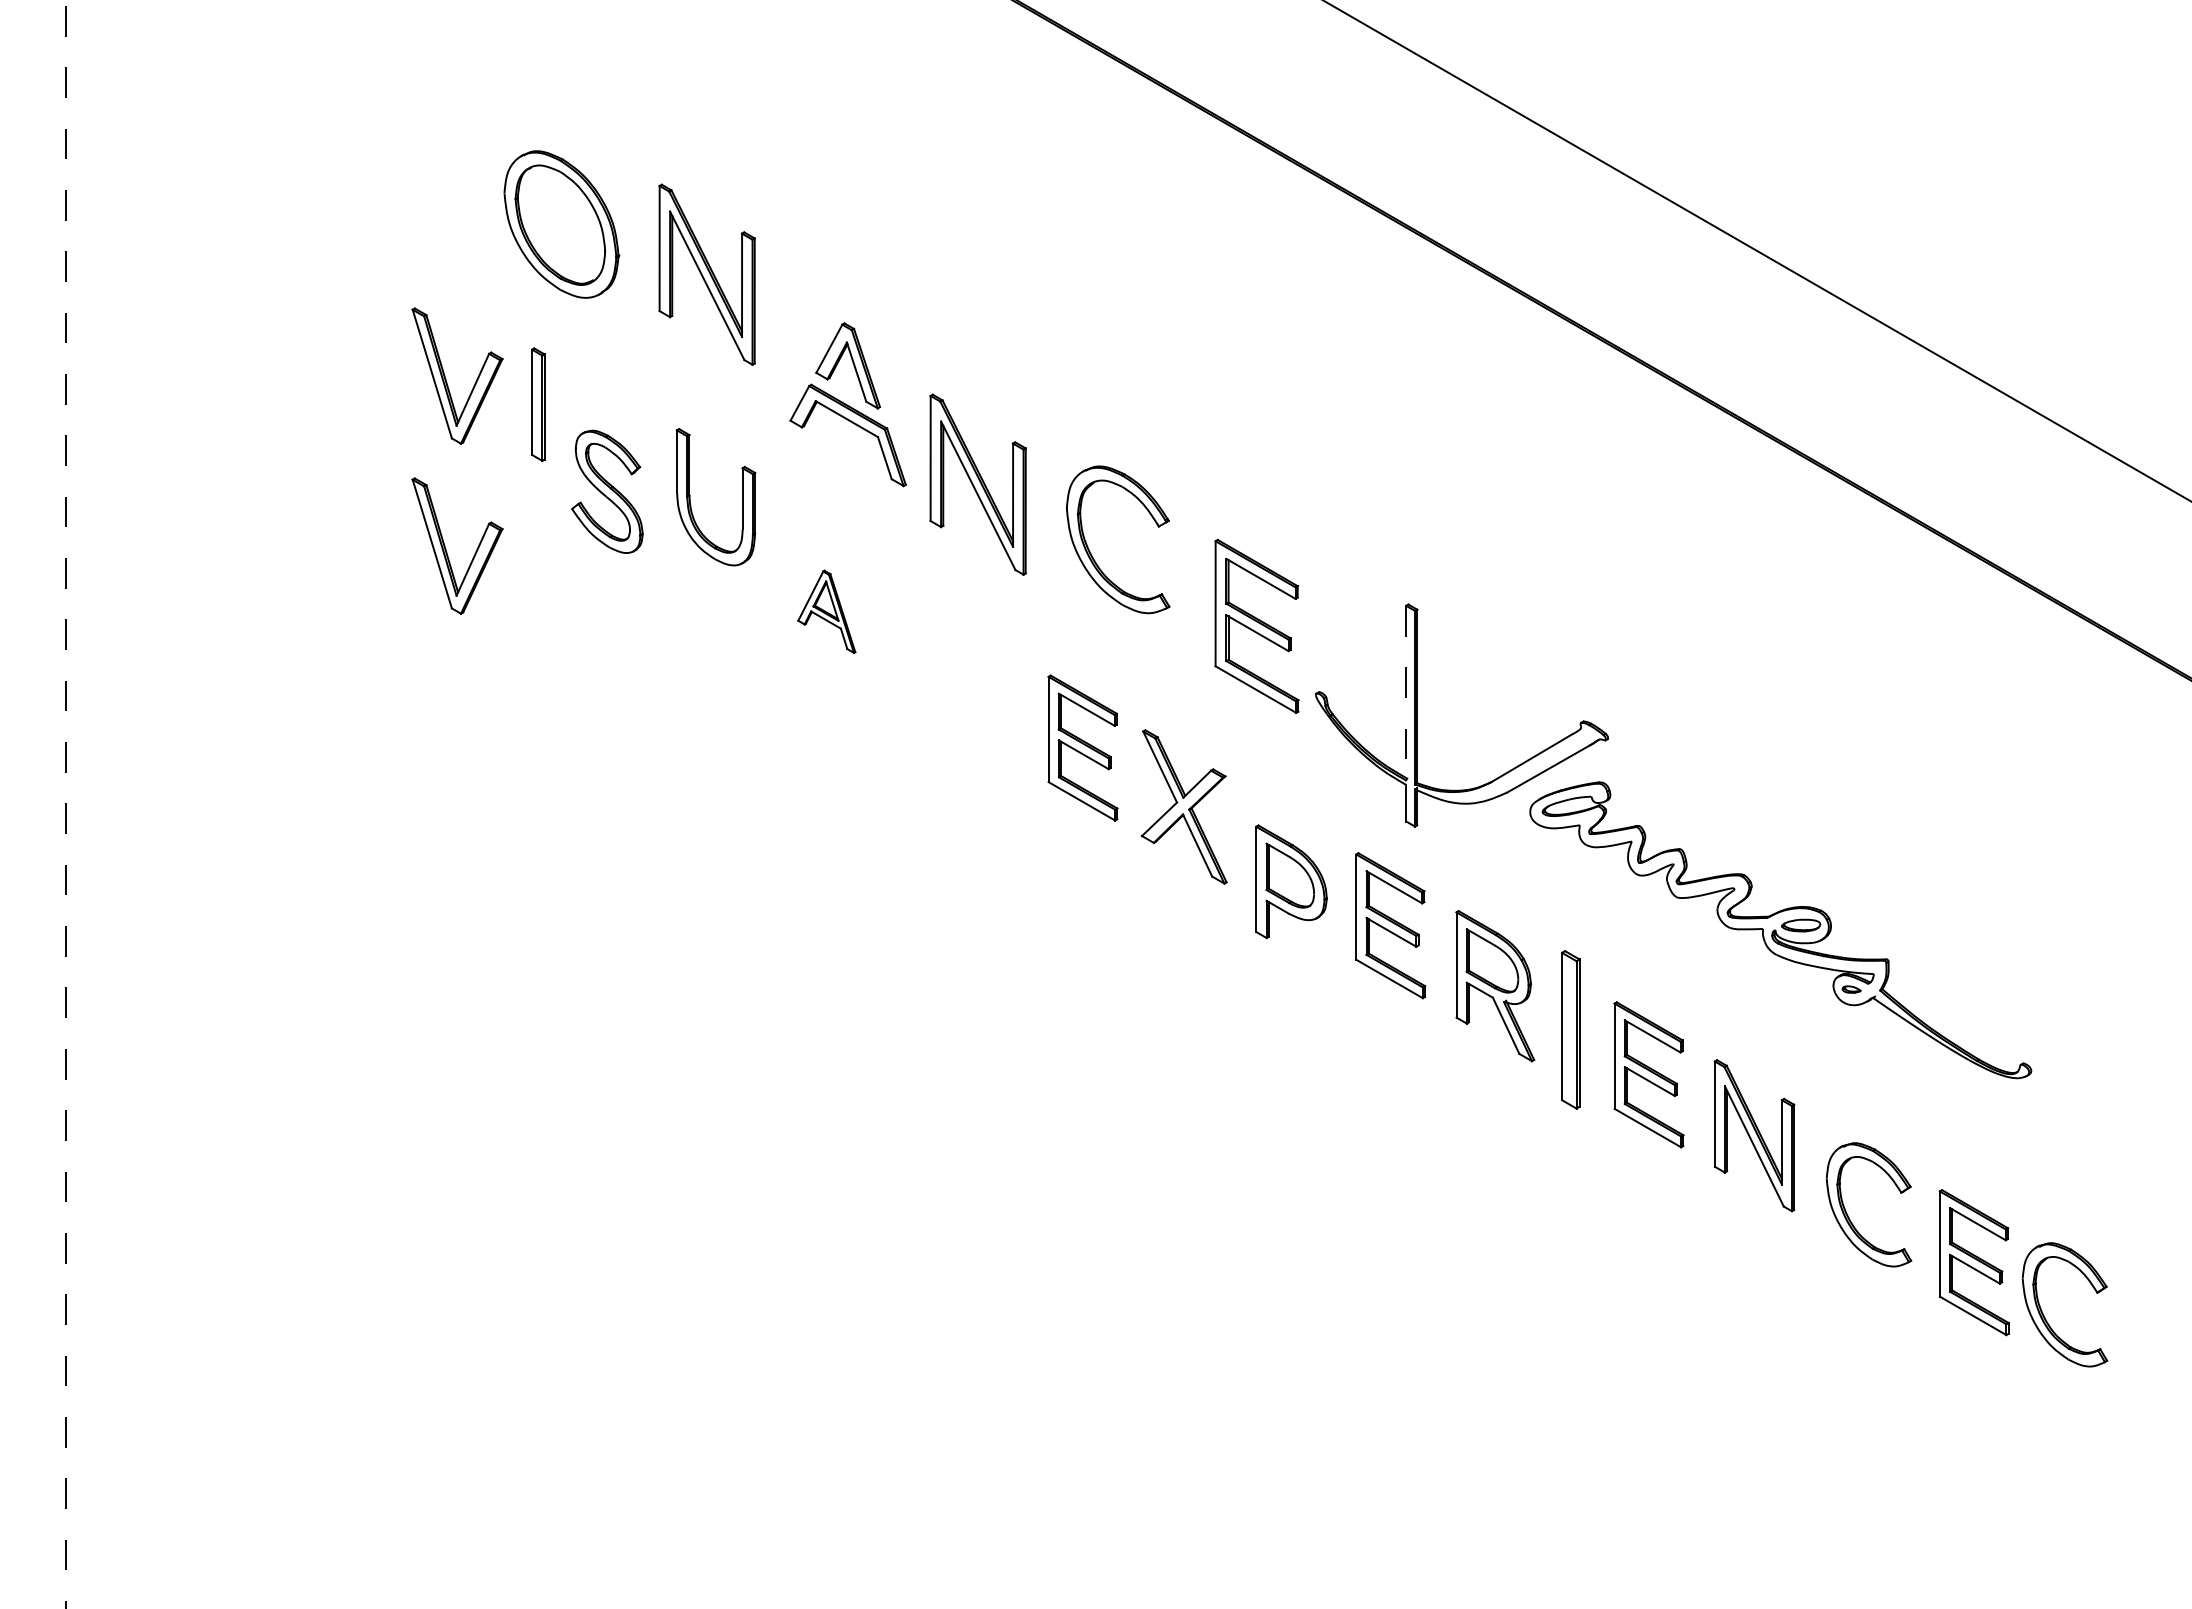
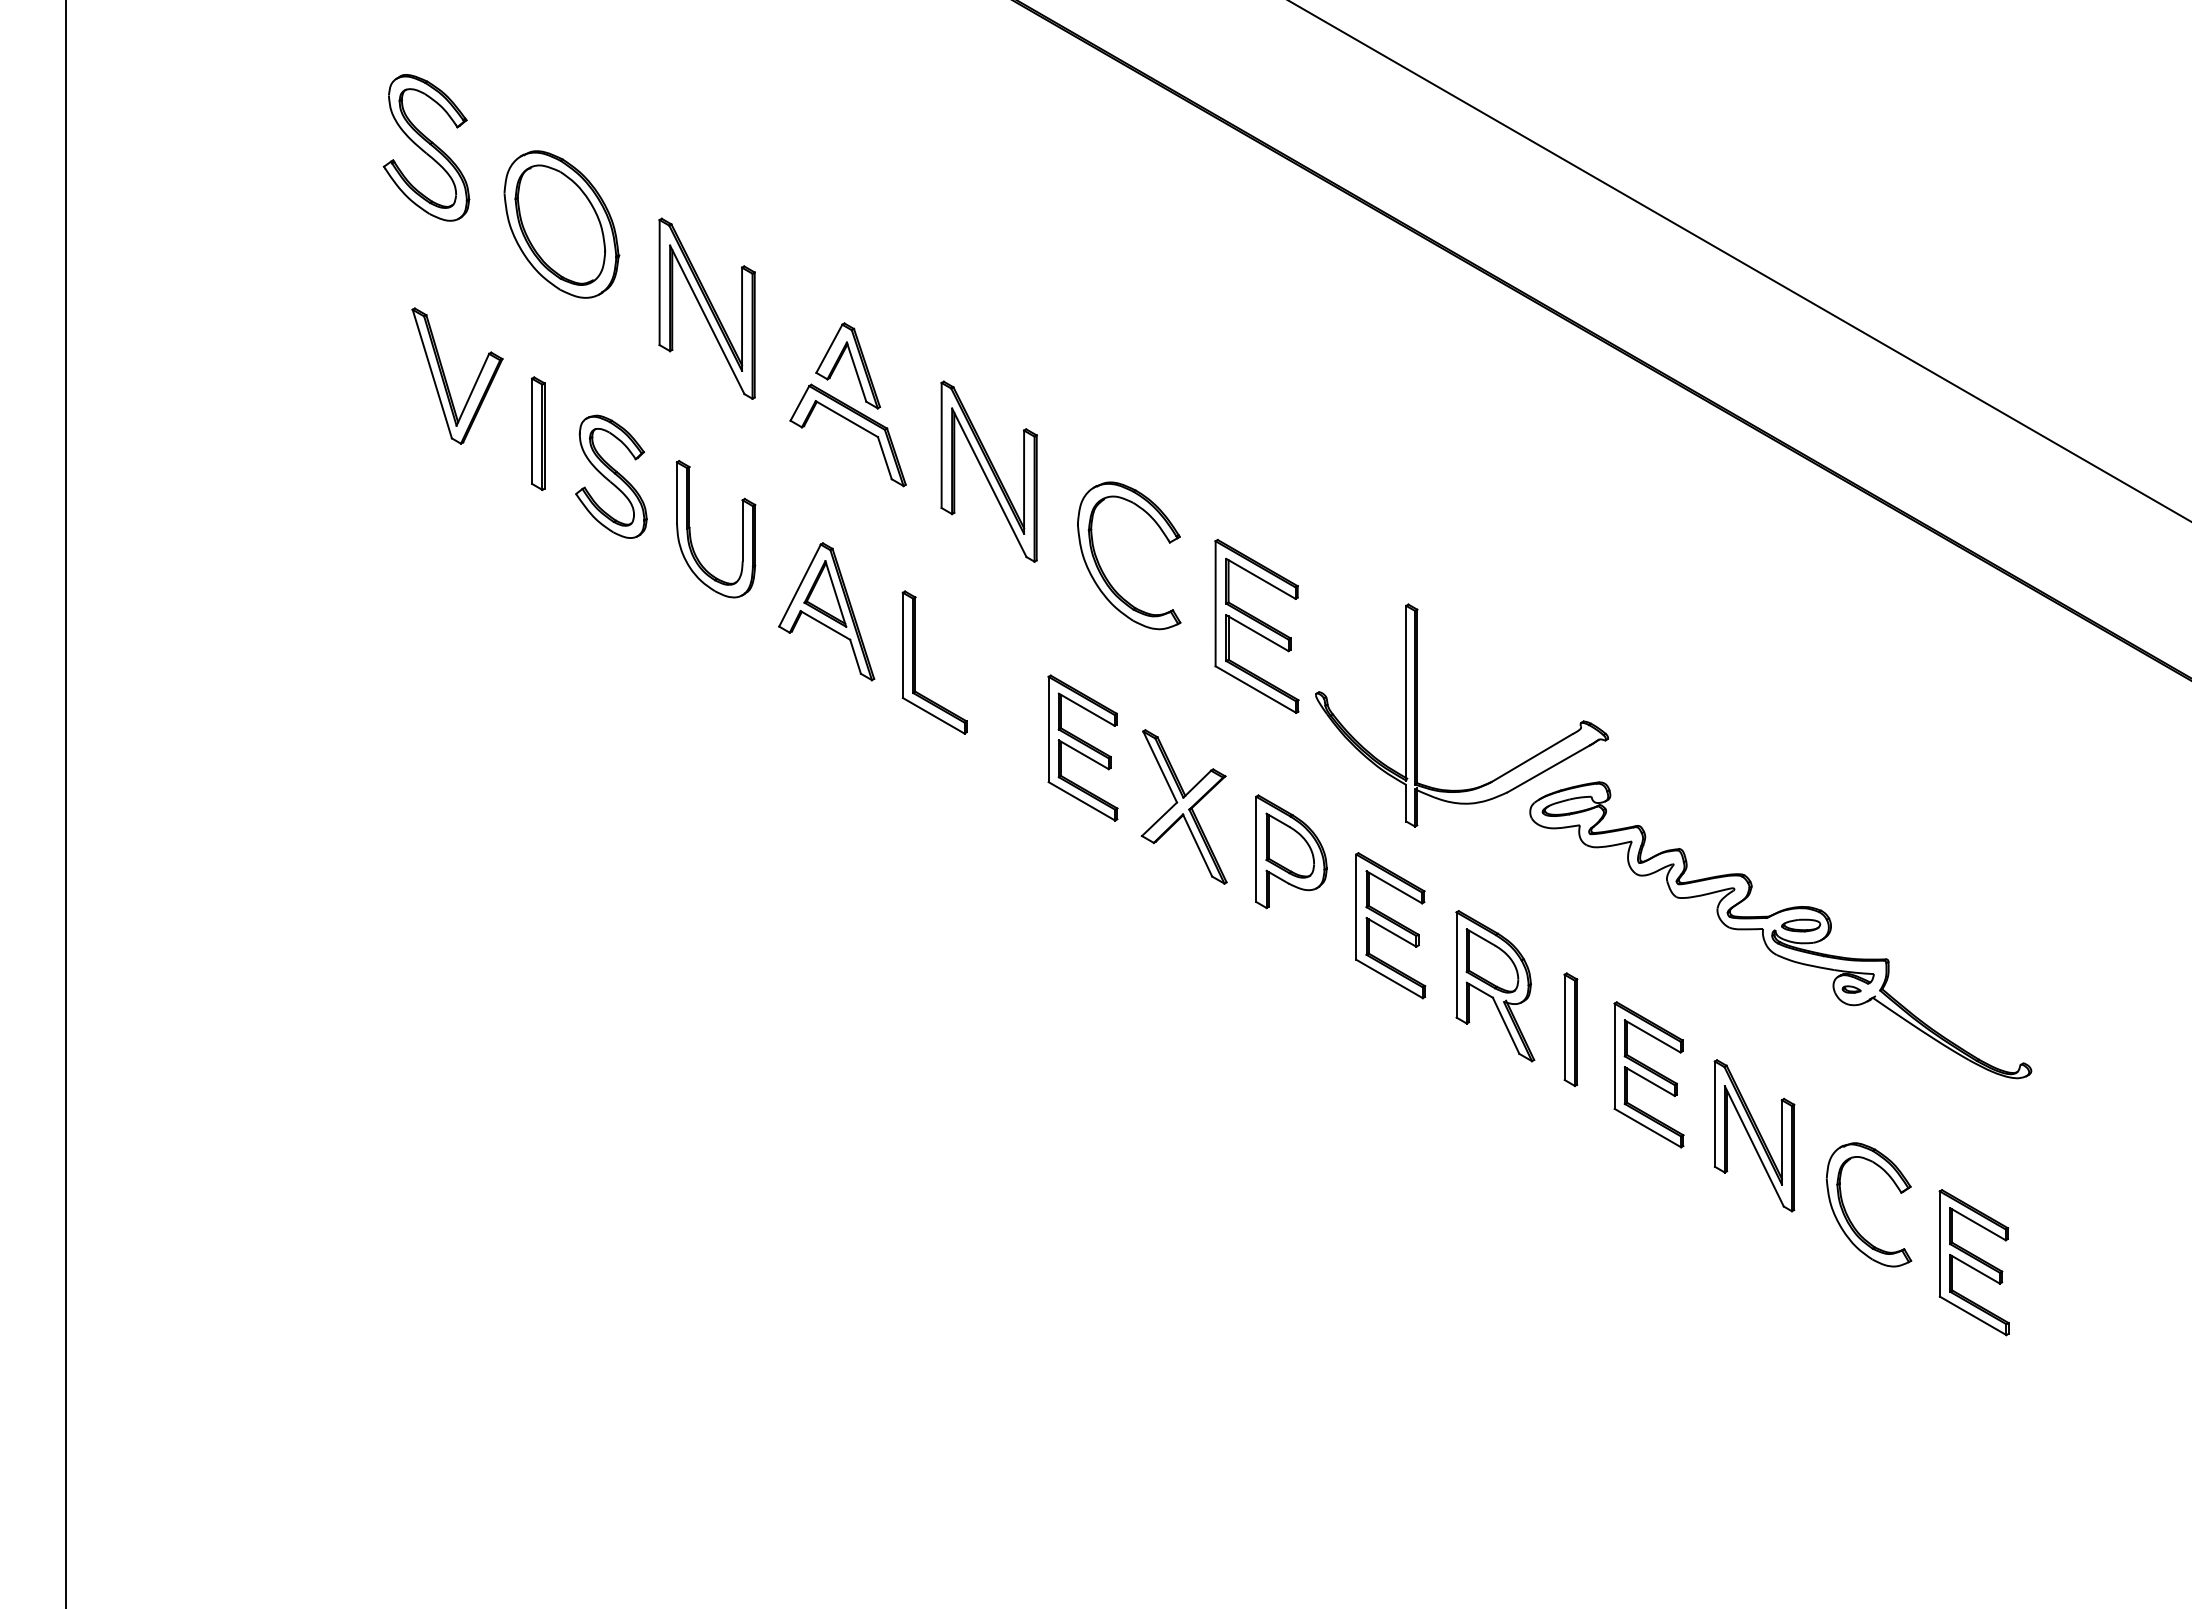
part at (426, 147): none -> present
line at (1757, 251) position: (1757, 251) -> (1739, 261)
part at (706, 274) position: (706, 274) -> (706, 308)
part at (538, 404) position: (538, 404) -> (538, 433)
part at (977, 484) position: (977, 484) -> (988, 471)
part at (607, 491) position: (607, 491) -> (611, 476)
part at (690, 497) position: (690, 497) -> (690, 529)
part at (446, 548): present -> none
part at (1091, 553) position: (1091, 553) -> (1102, 569)
part at (826, 611) size: 60x85 px -> 98x140 px
part at (915, 662): none -> present
line at (1406, 693): dashed -> solid
line at (65, 804): dashed -> solid
part at (1291, 881) position: (1291, 881) -> (1291, 851)
part at (1570, 1029) size: 20x160 px -> 16x115 px
part at (2042, 1310): present -> none
